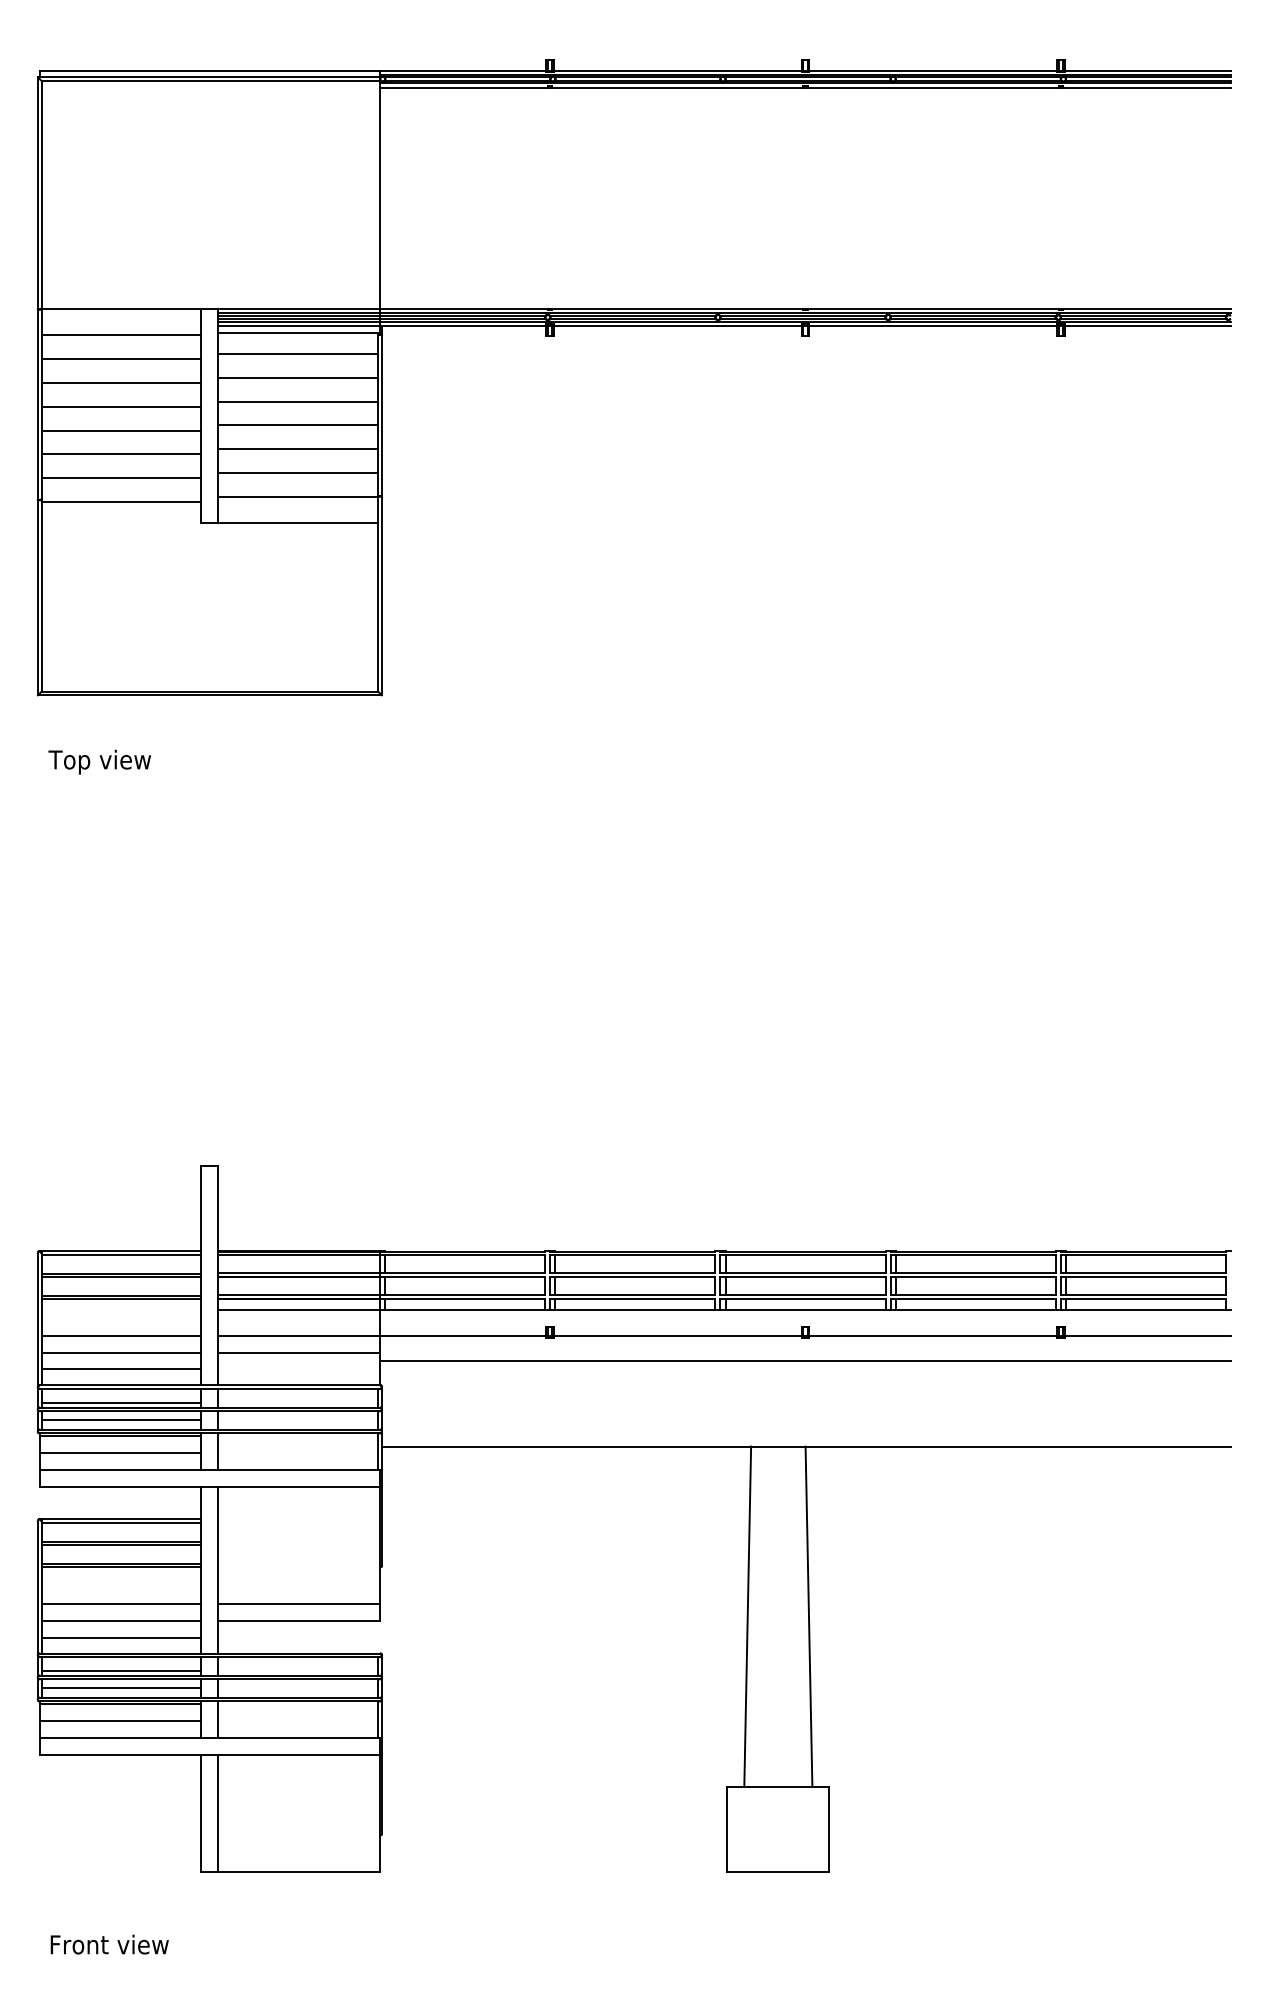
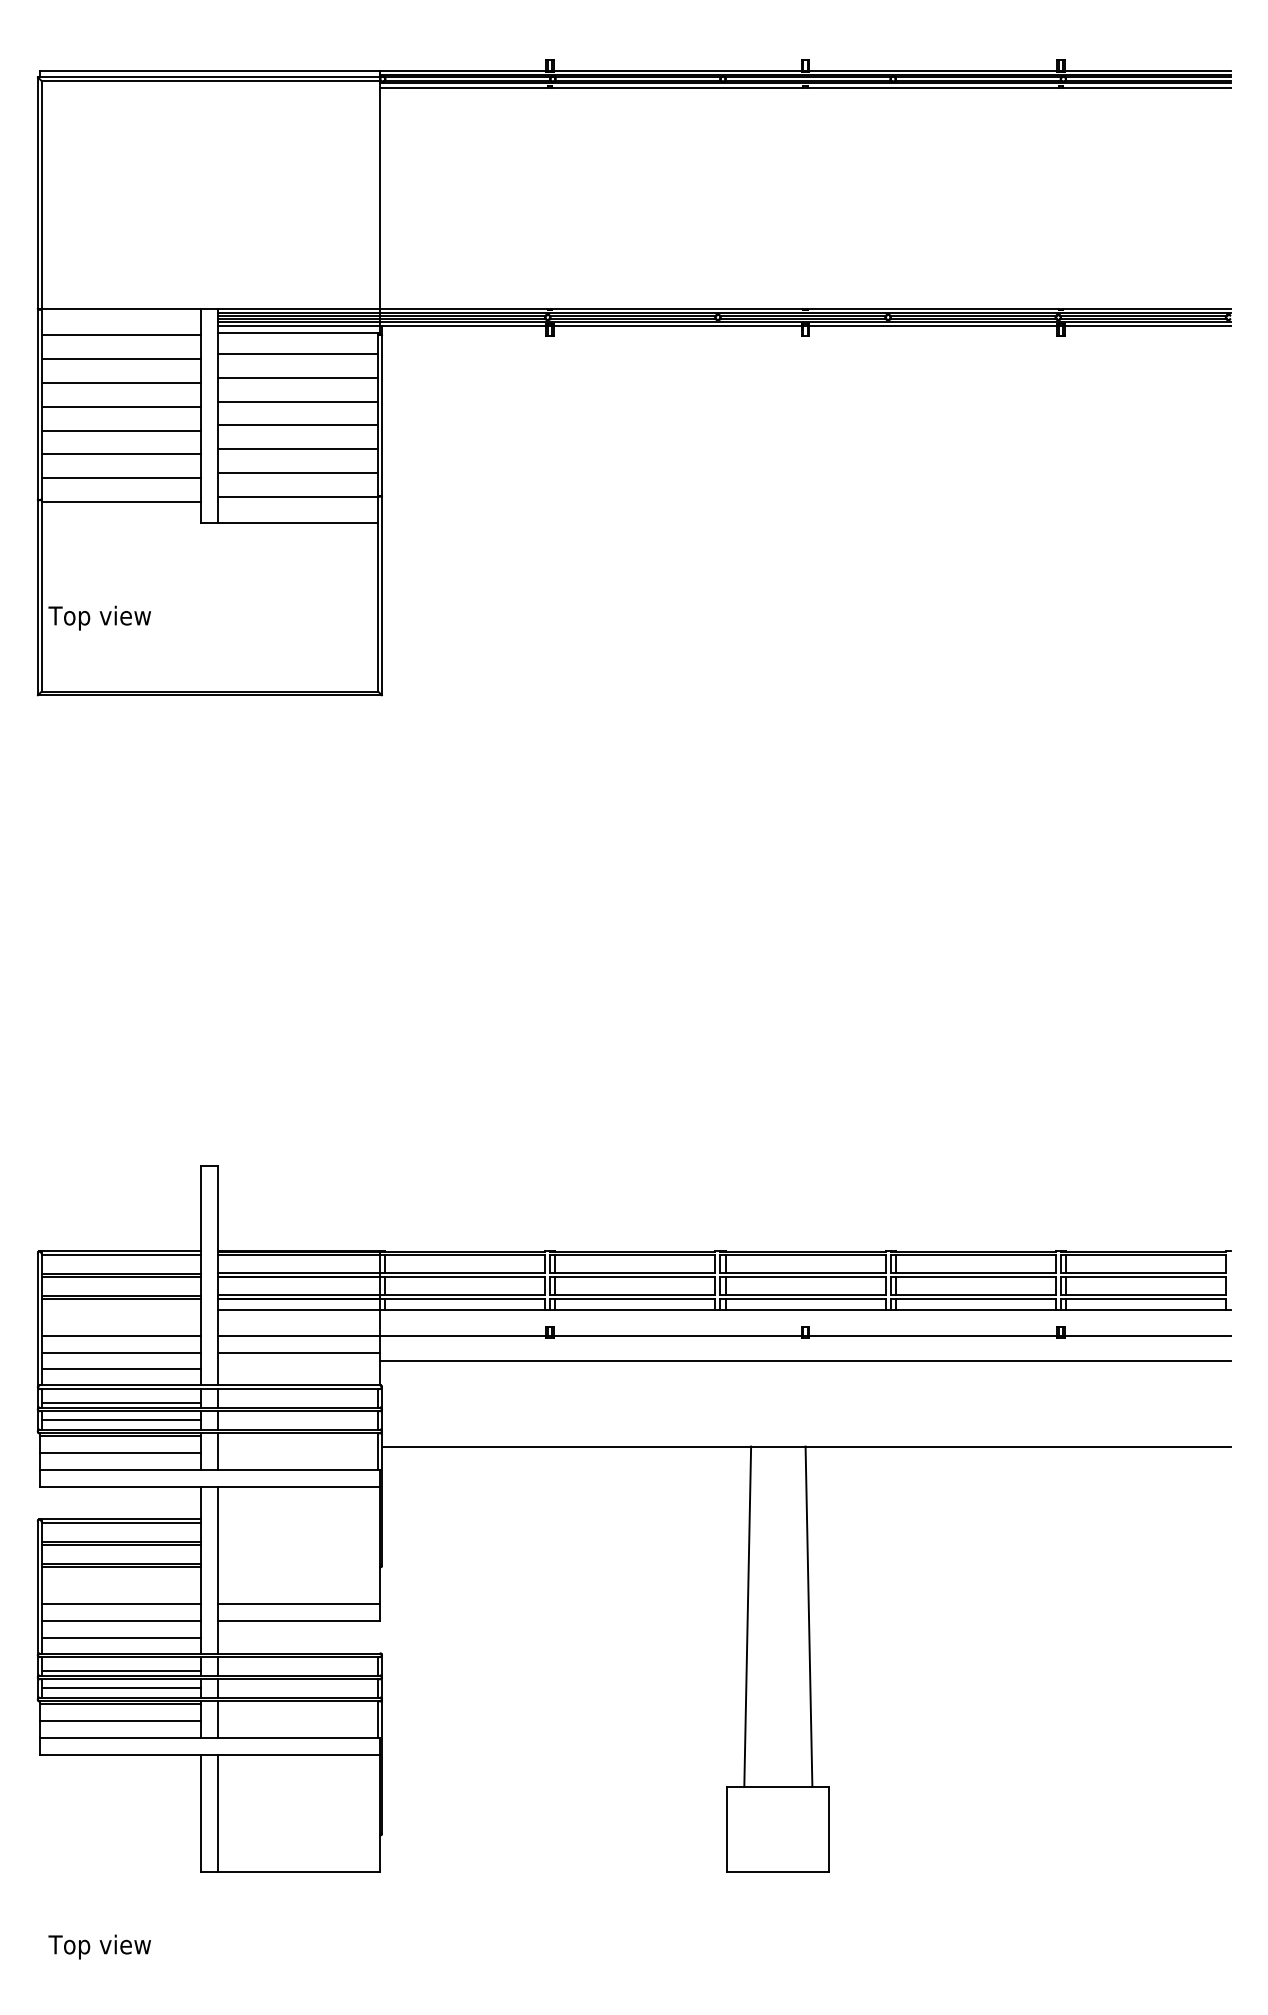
text at (99, 761) position: (99, 761) -> (99, 617)
text at (108, 1946): Front view -> Top view
